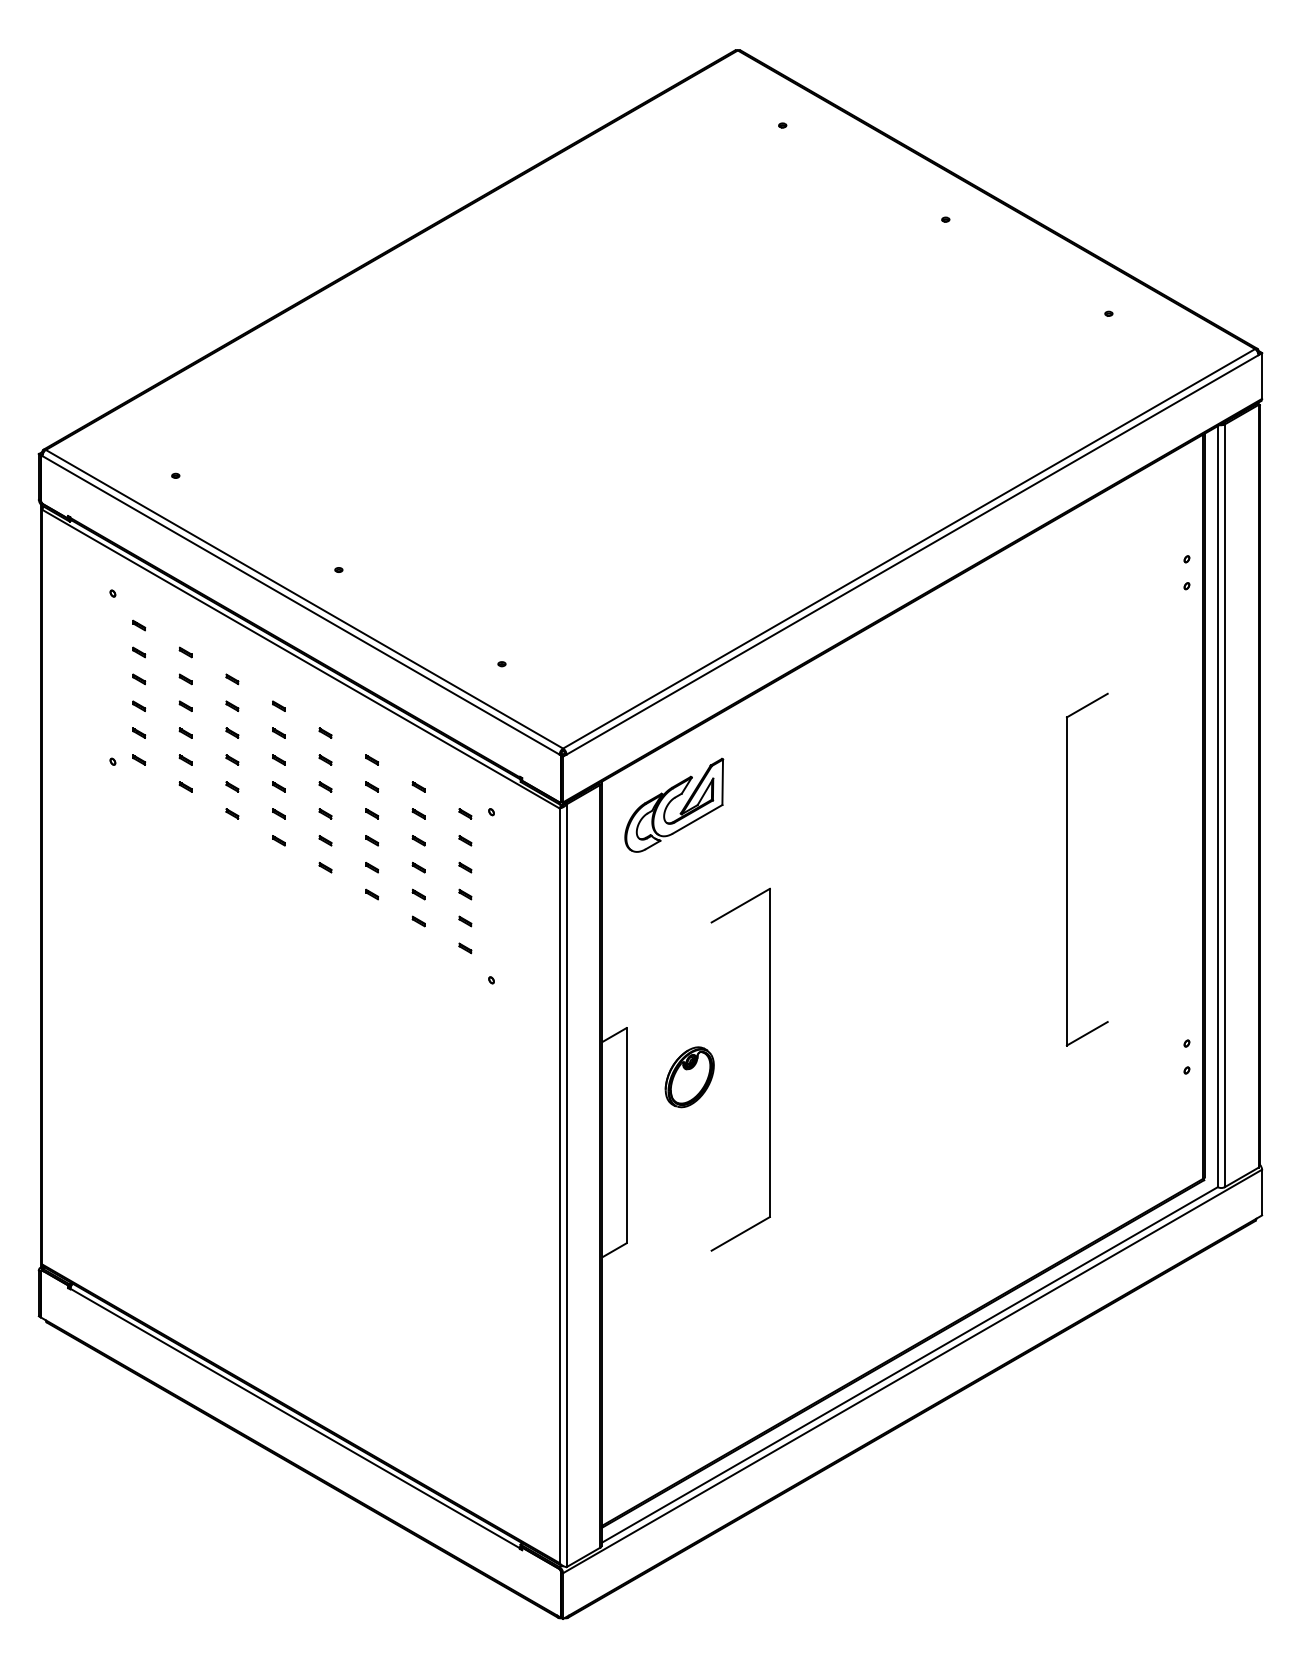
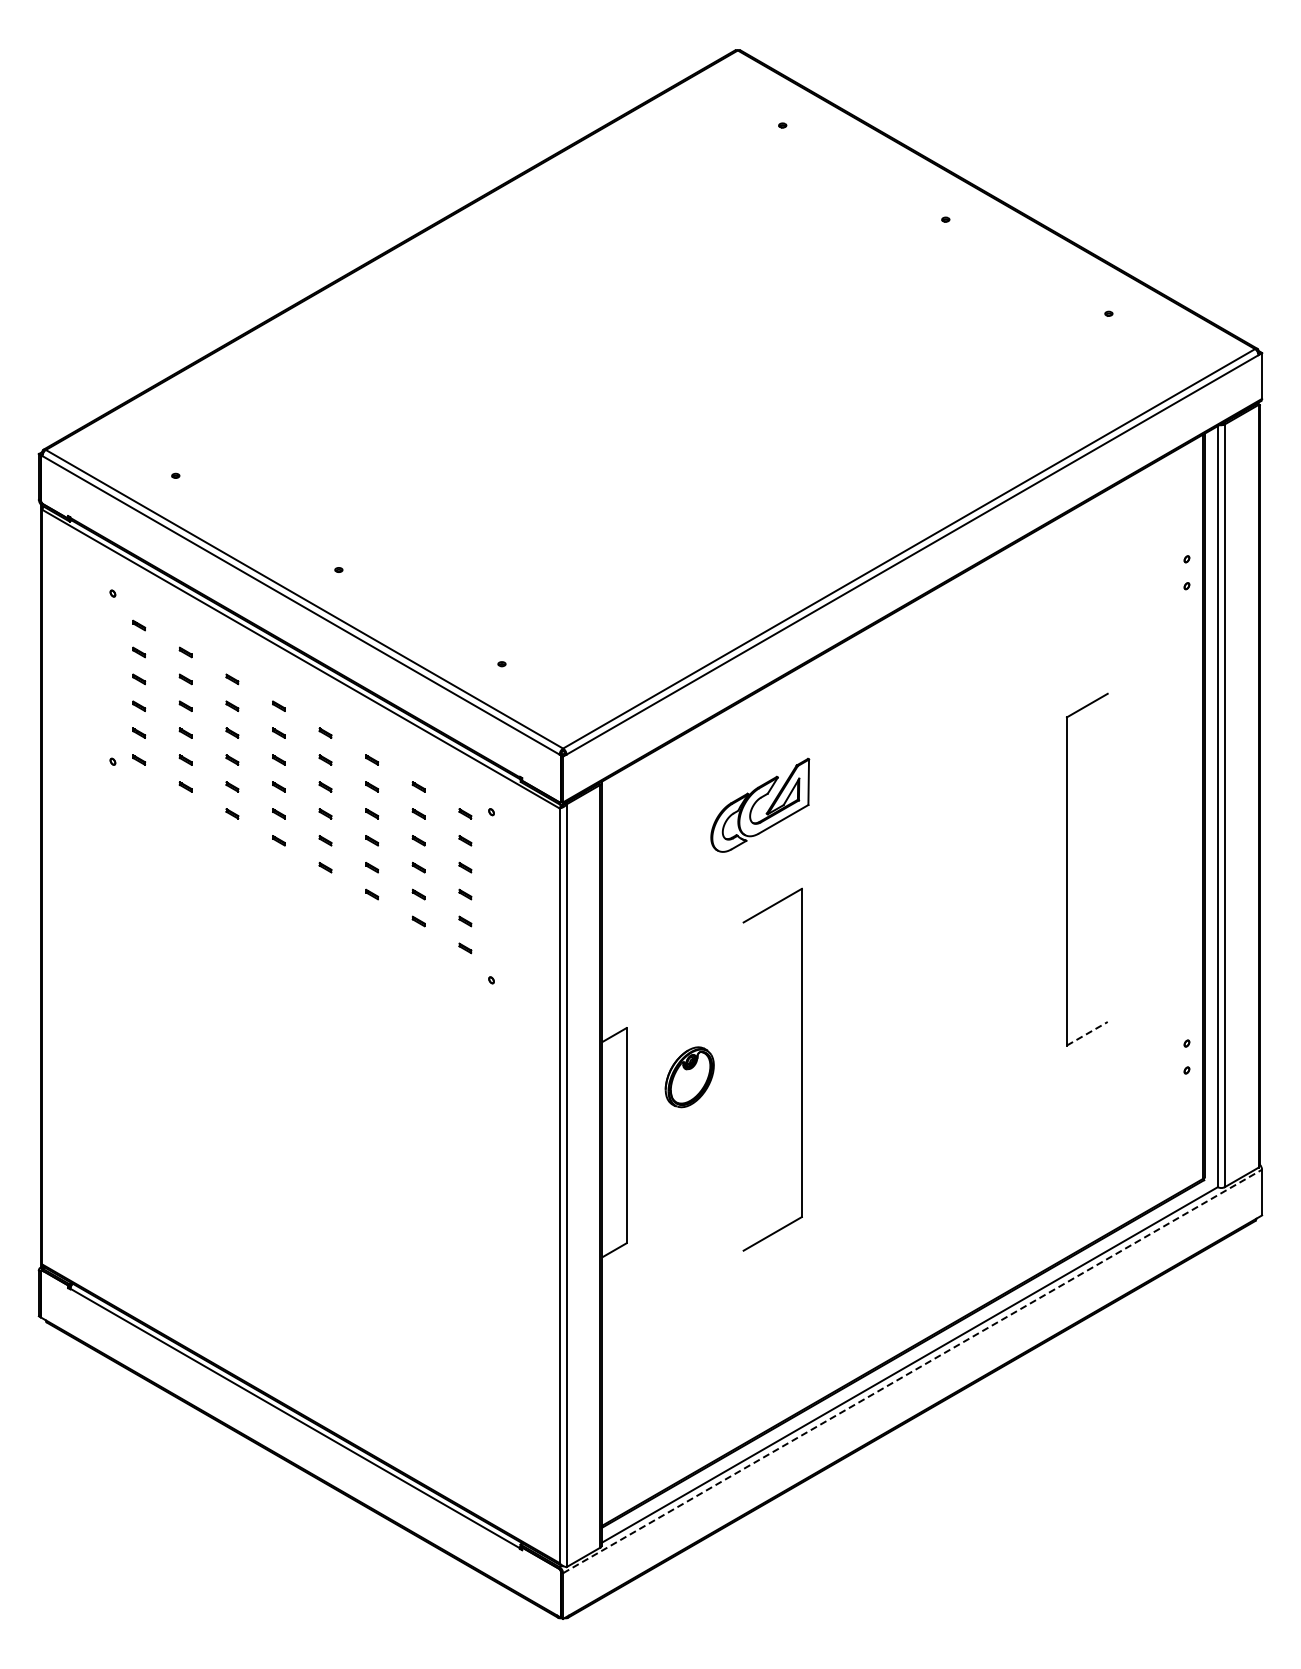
part at (674, 804) position: (674, 804) -> (760, 804)
line at (1087, 1033): solid -> dashed
part at (769, 1069) position: (769, 1069) -> (801, 1069)
line at (912, 1371): solid -> dashed
